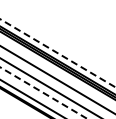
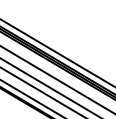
line at (58, 53): dashed -> solid
line at (43, 92): dashed -> solid
